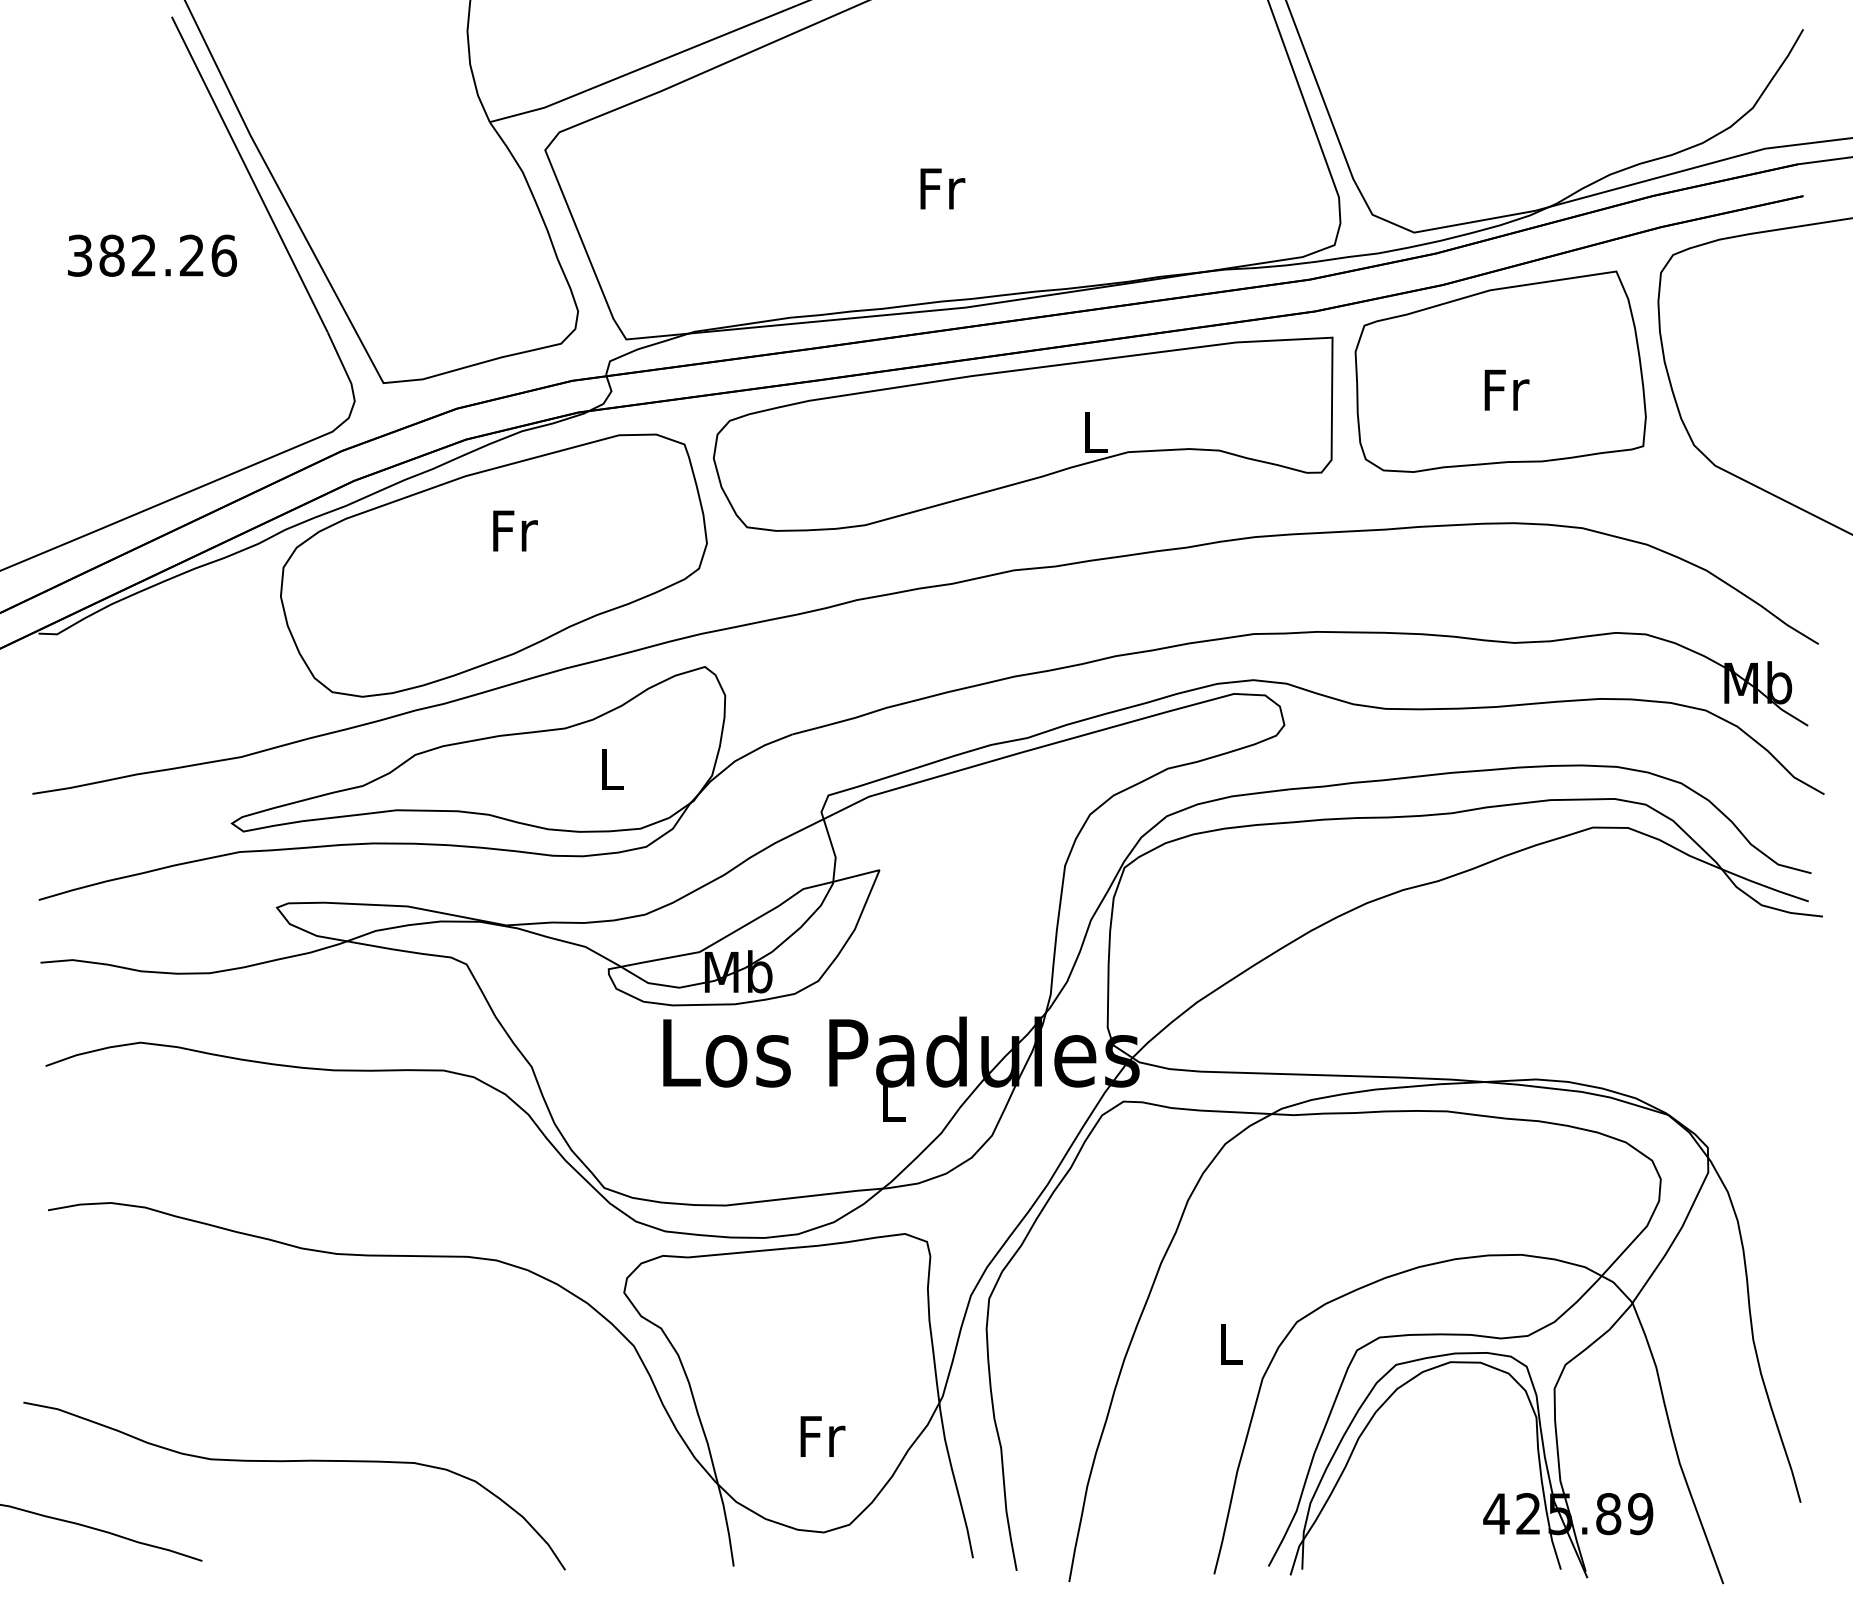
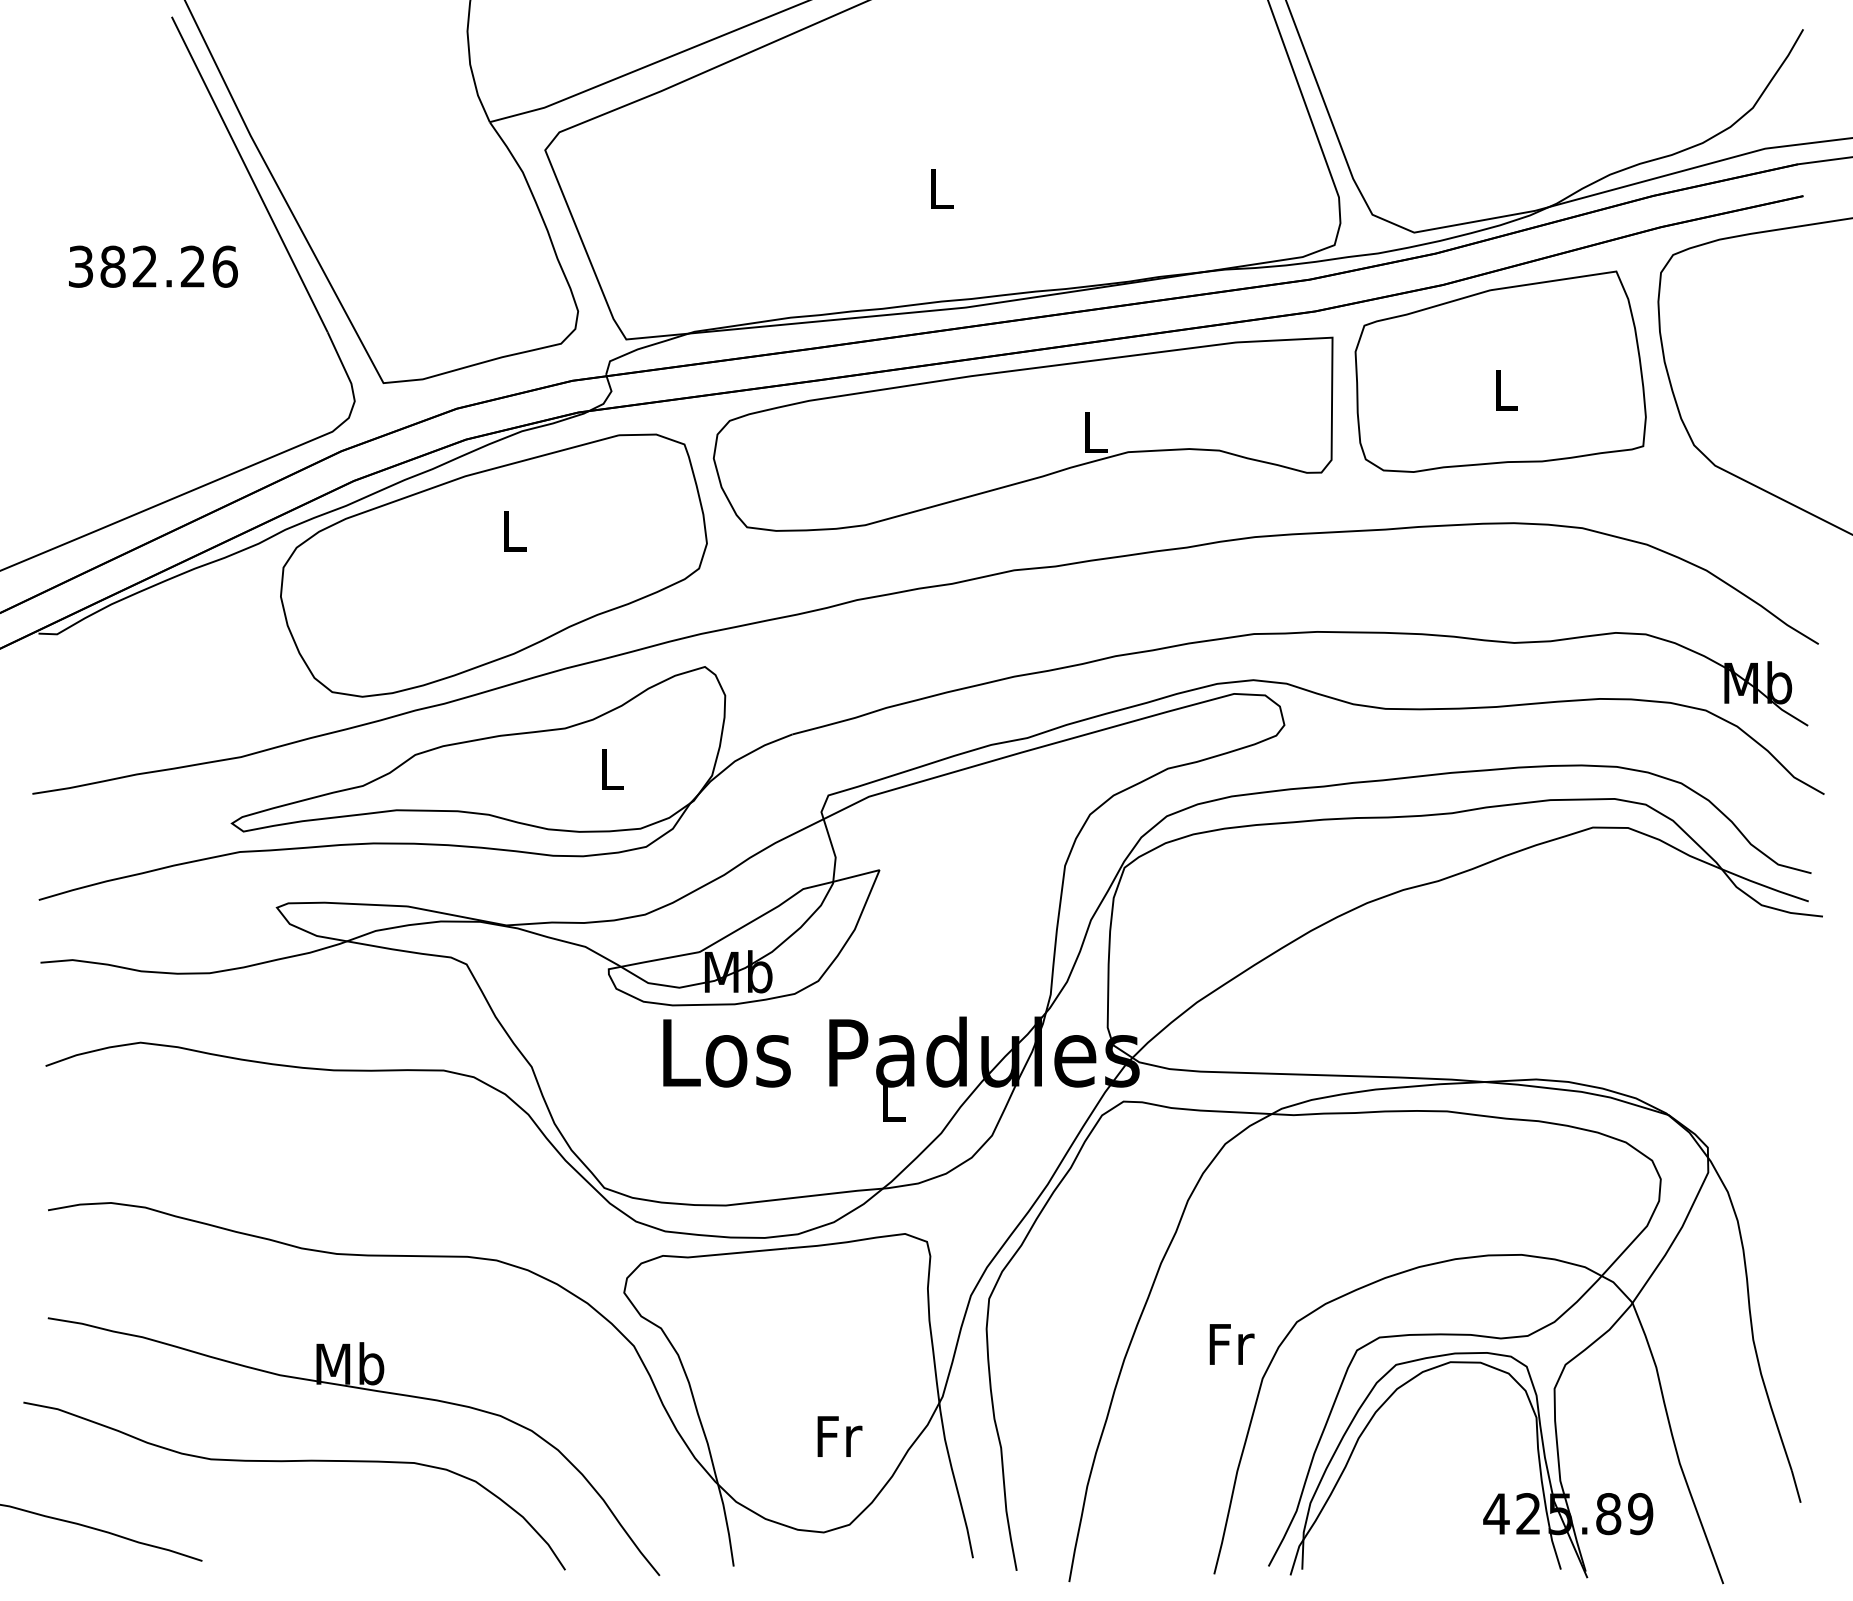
text at (942, 188): Fr -> L
text at (152, 255) position: (152, 255) -> (153, 266)
text at (1506, 389): Fr -> L
text at (515, 530): Fr -> L
text at (1231, 1344): L -> Fr
part at (360, 1389): none -> present
text at (822, 1436) position: (822, 1436) -> (839, 1436)
